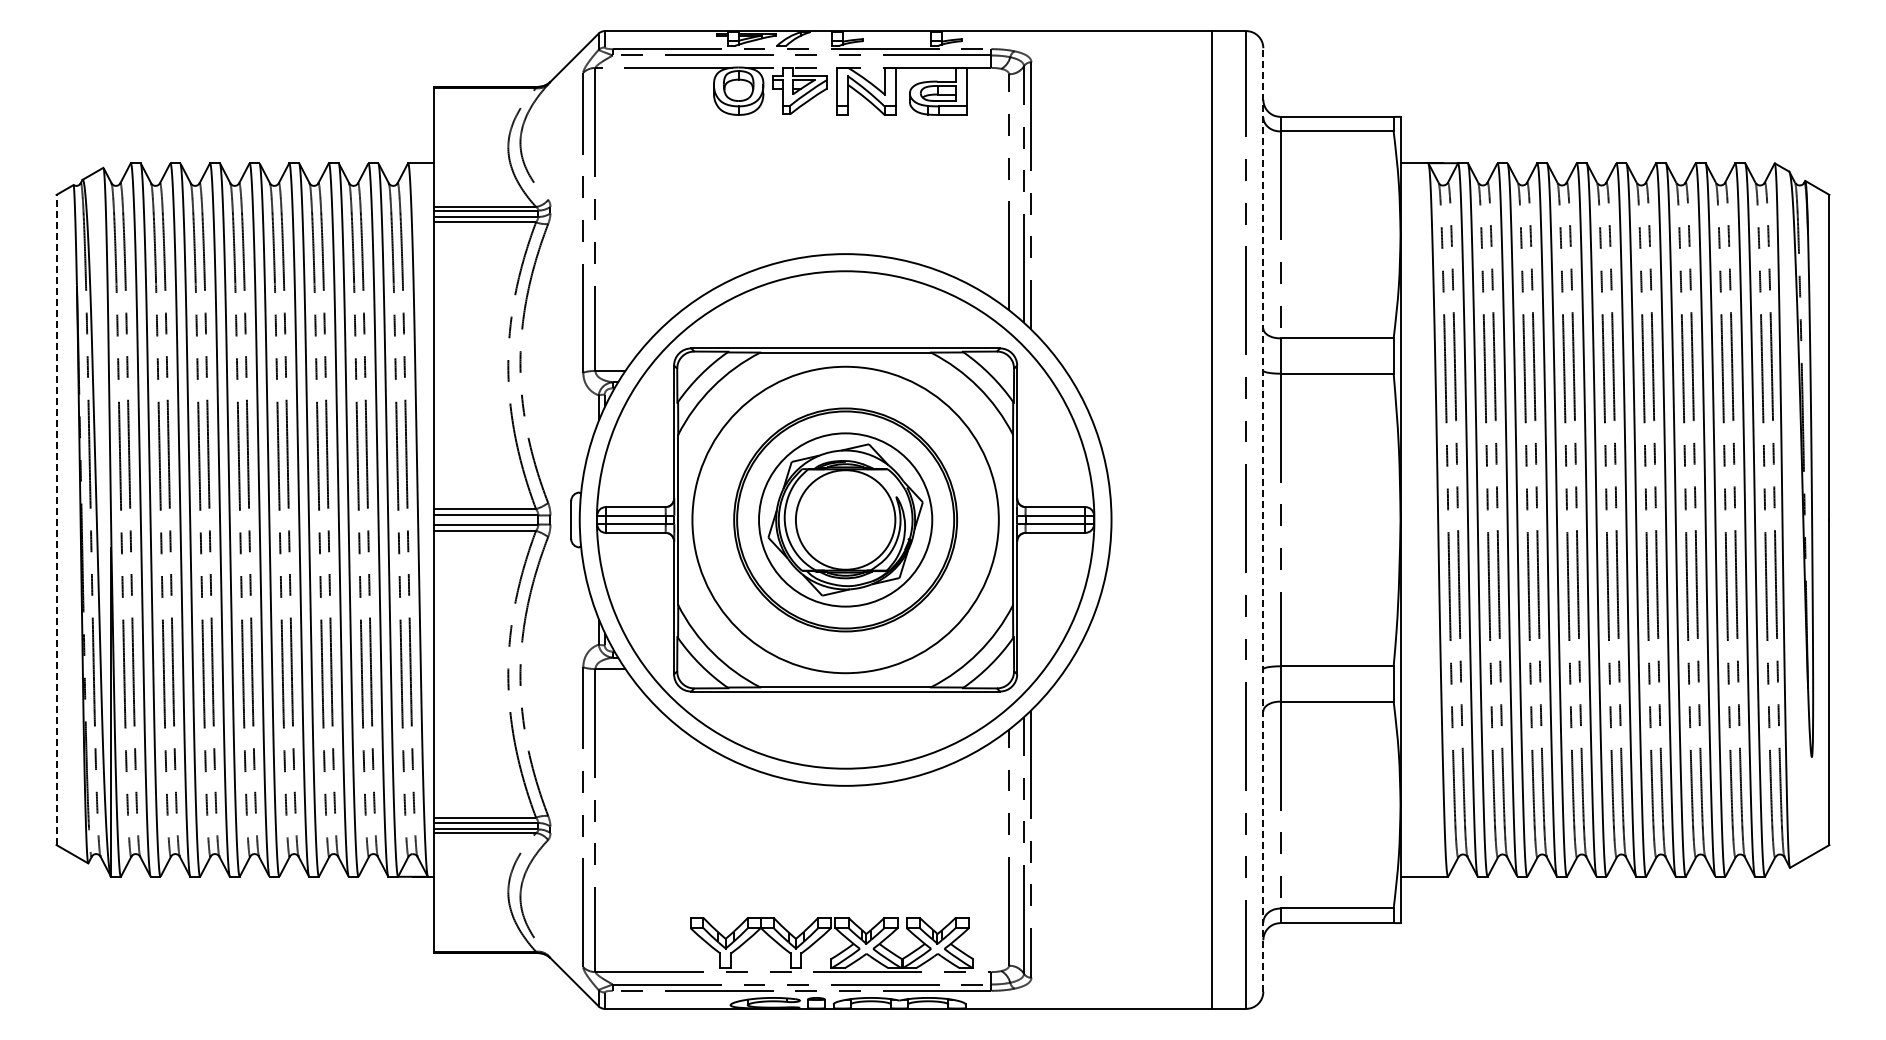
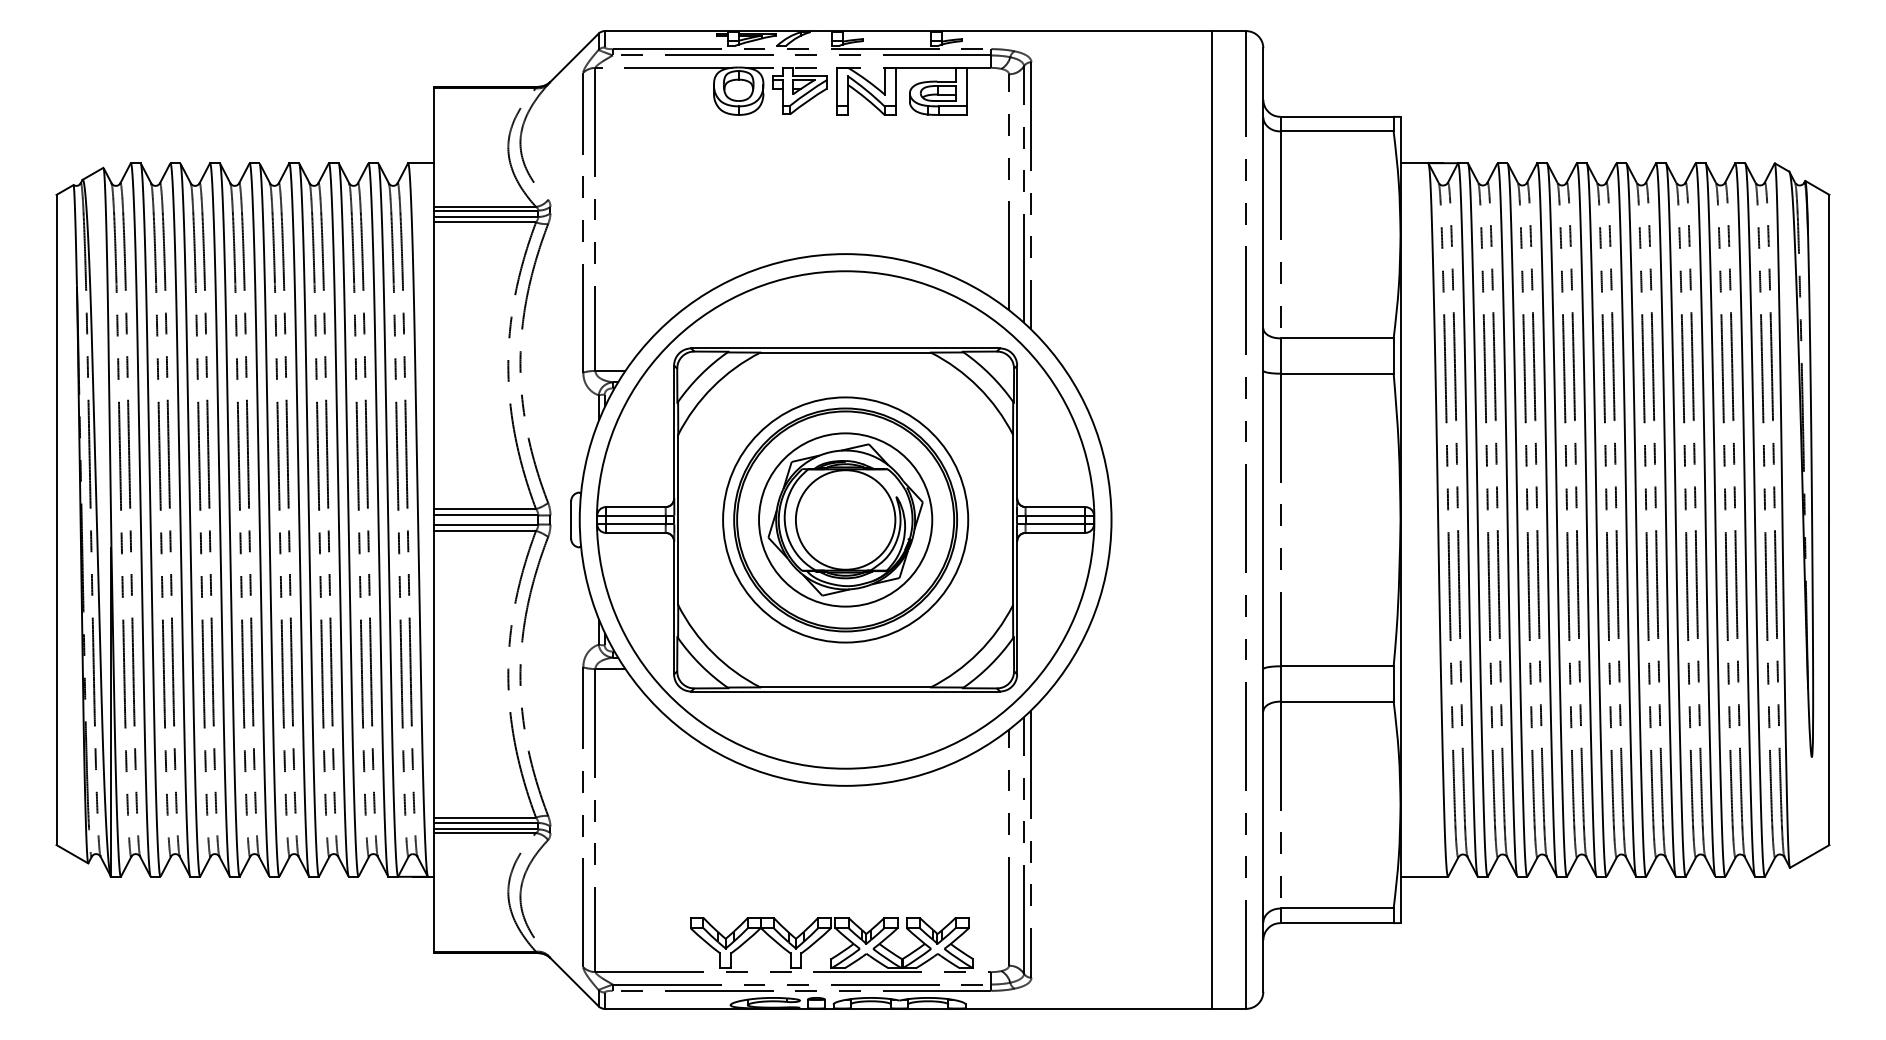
line at (56, 519): dashed -> solid
circle at (845, 519) diameter: 306 px -> 245 px
line at (1263, 520): dashed -> solid
